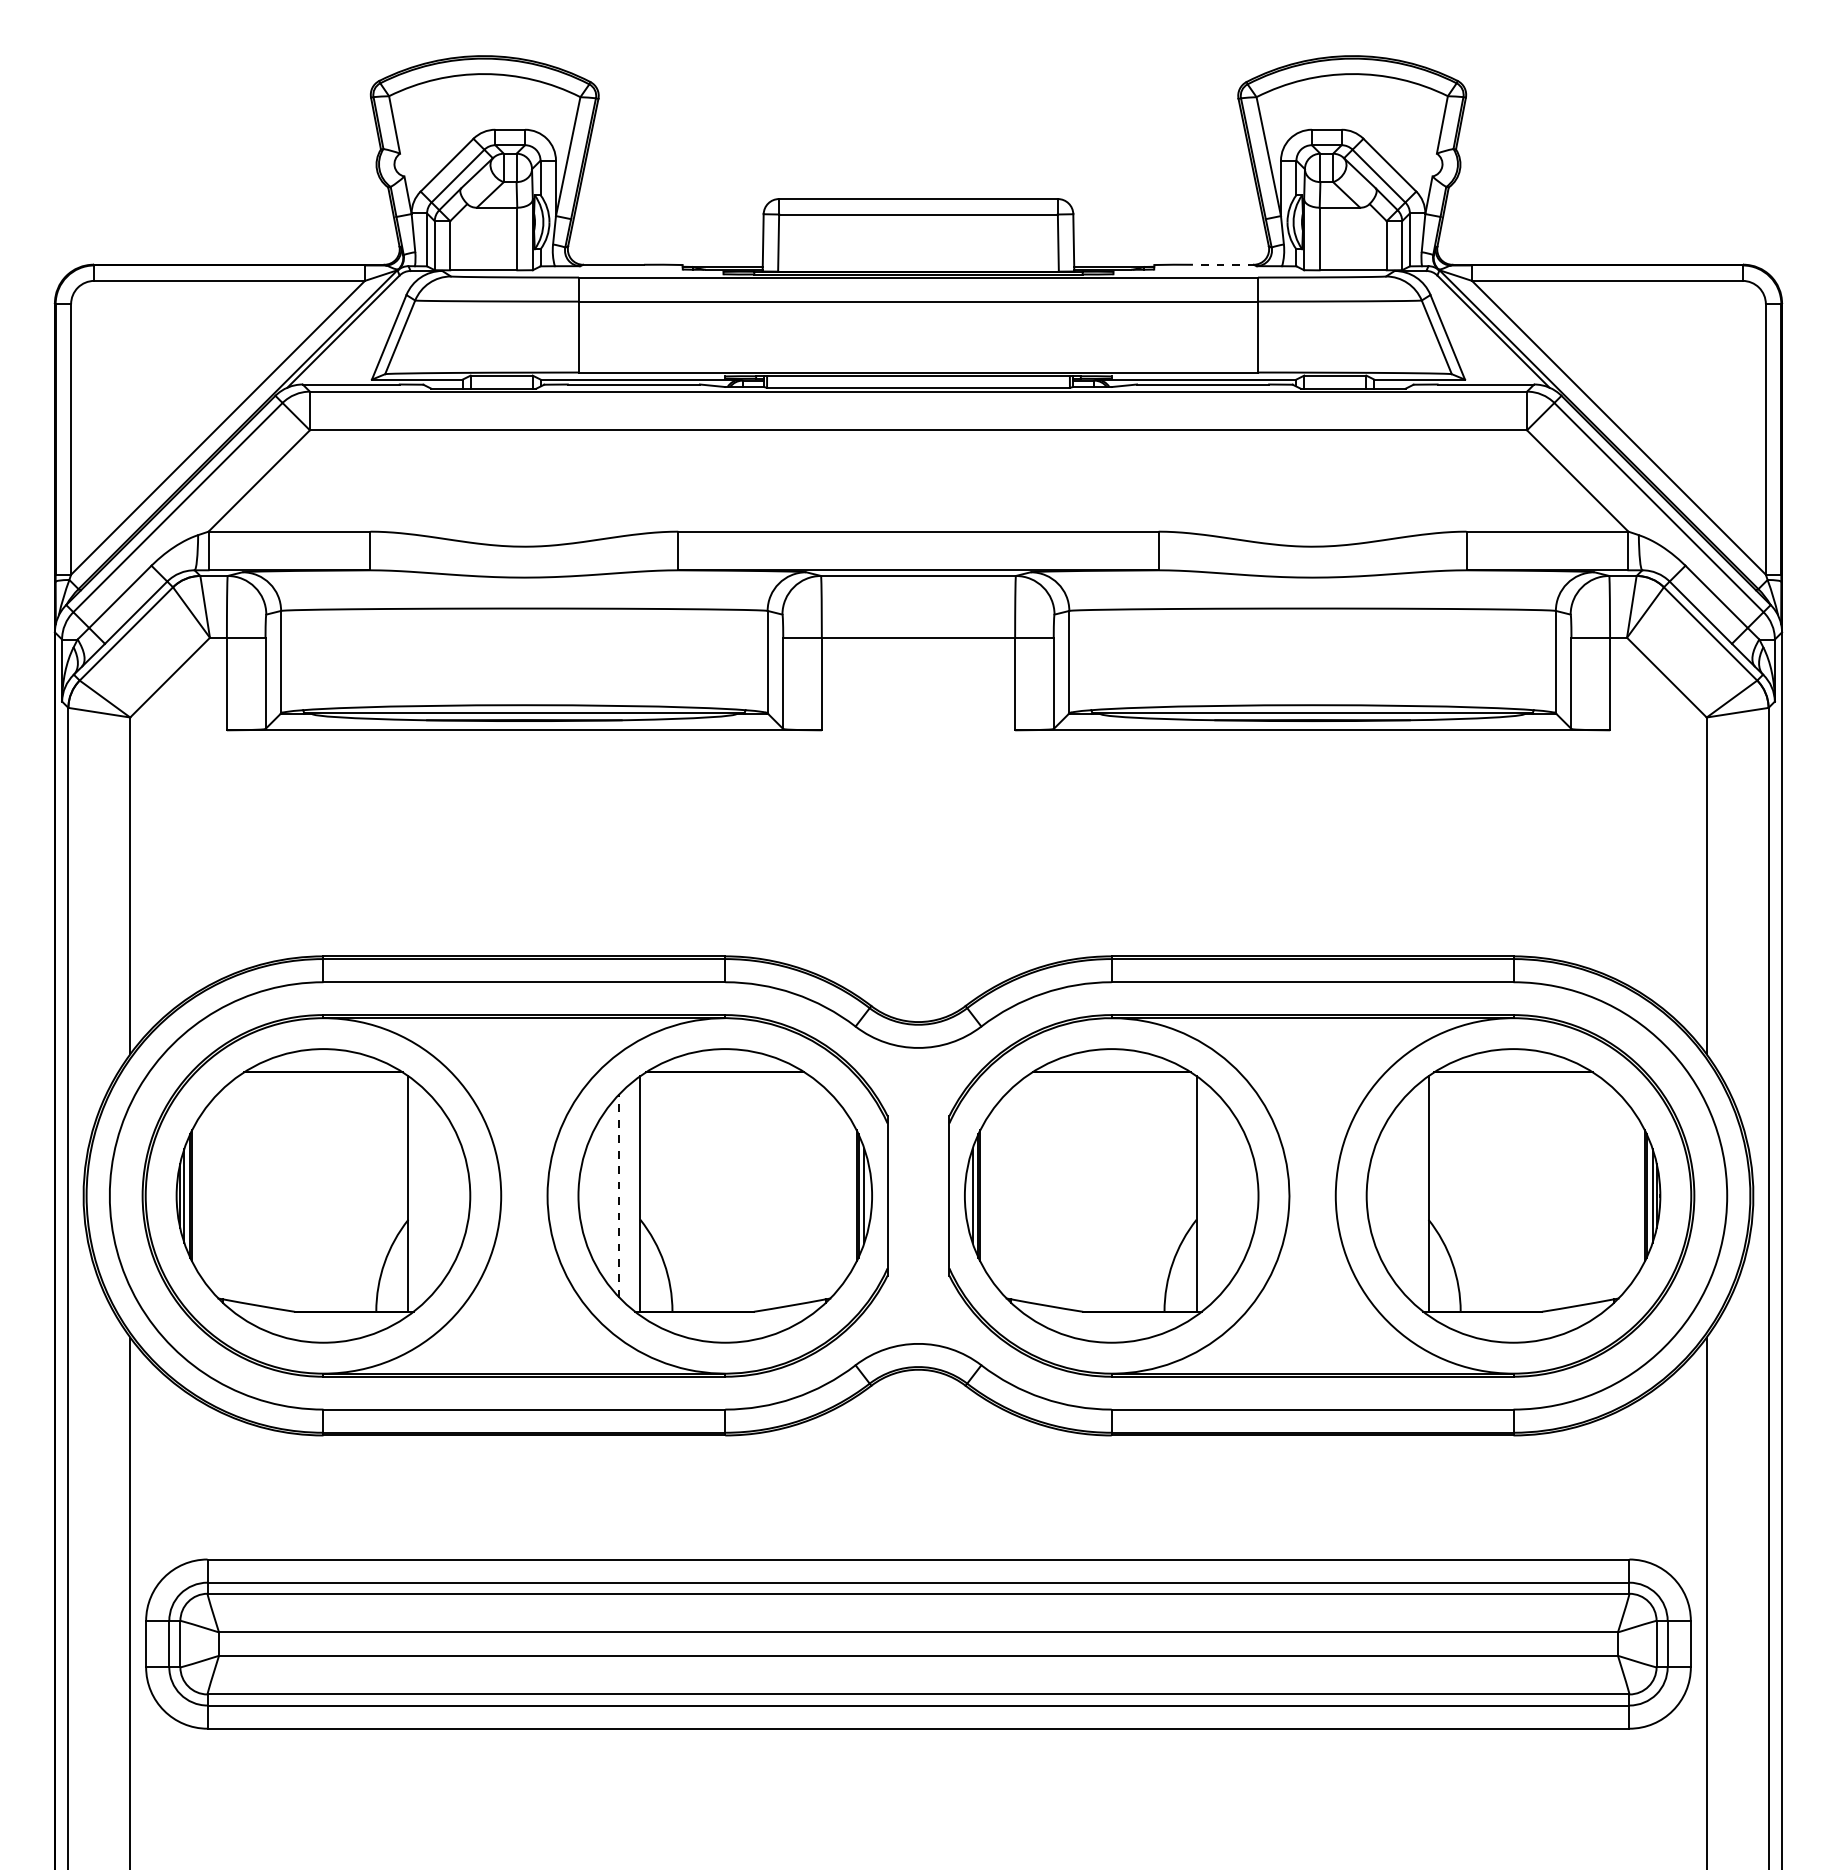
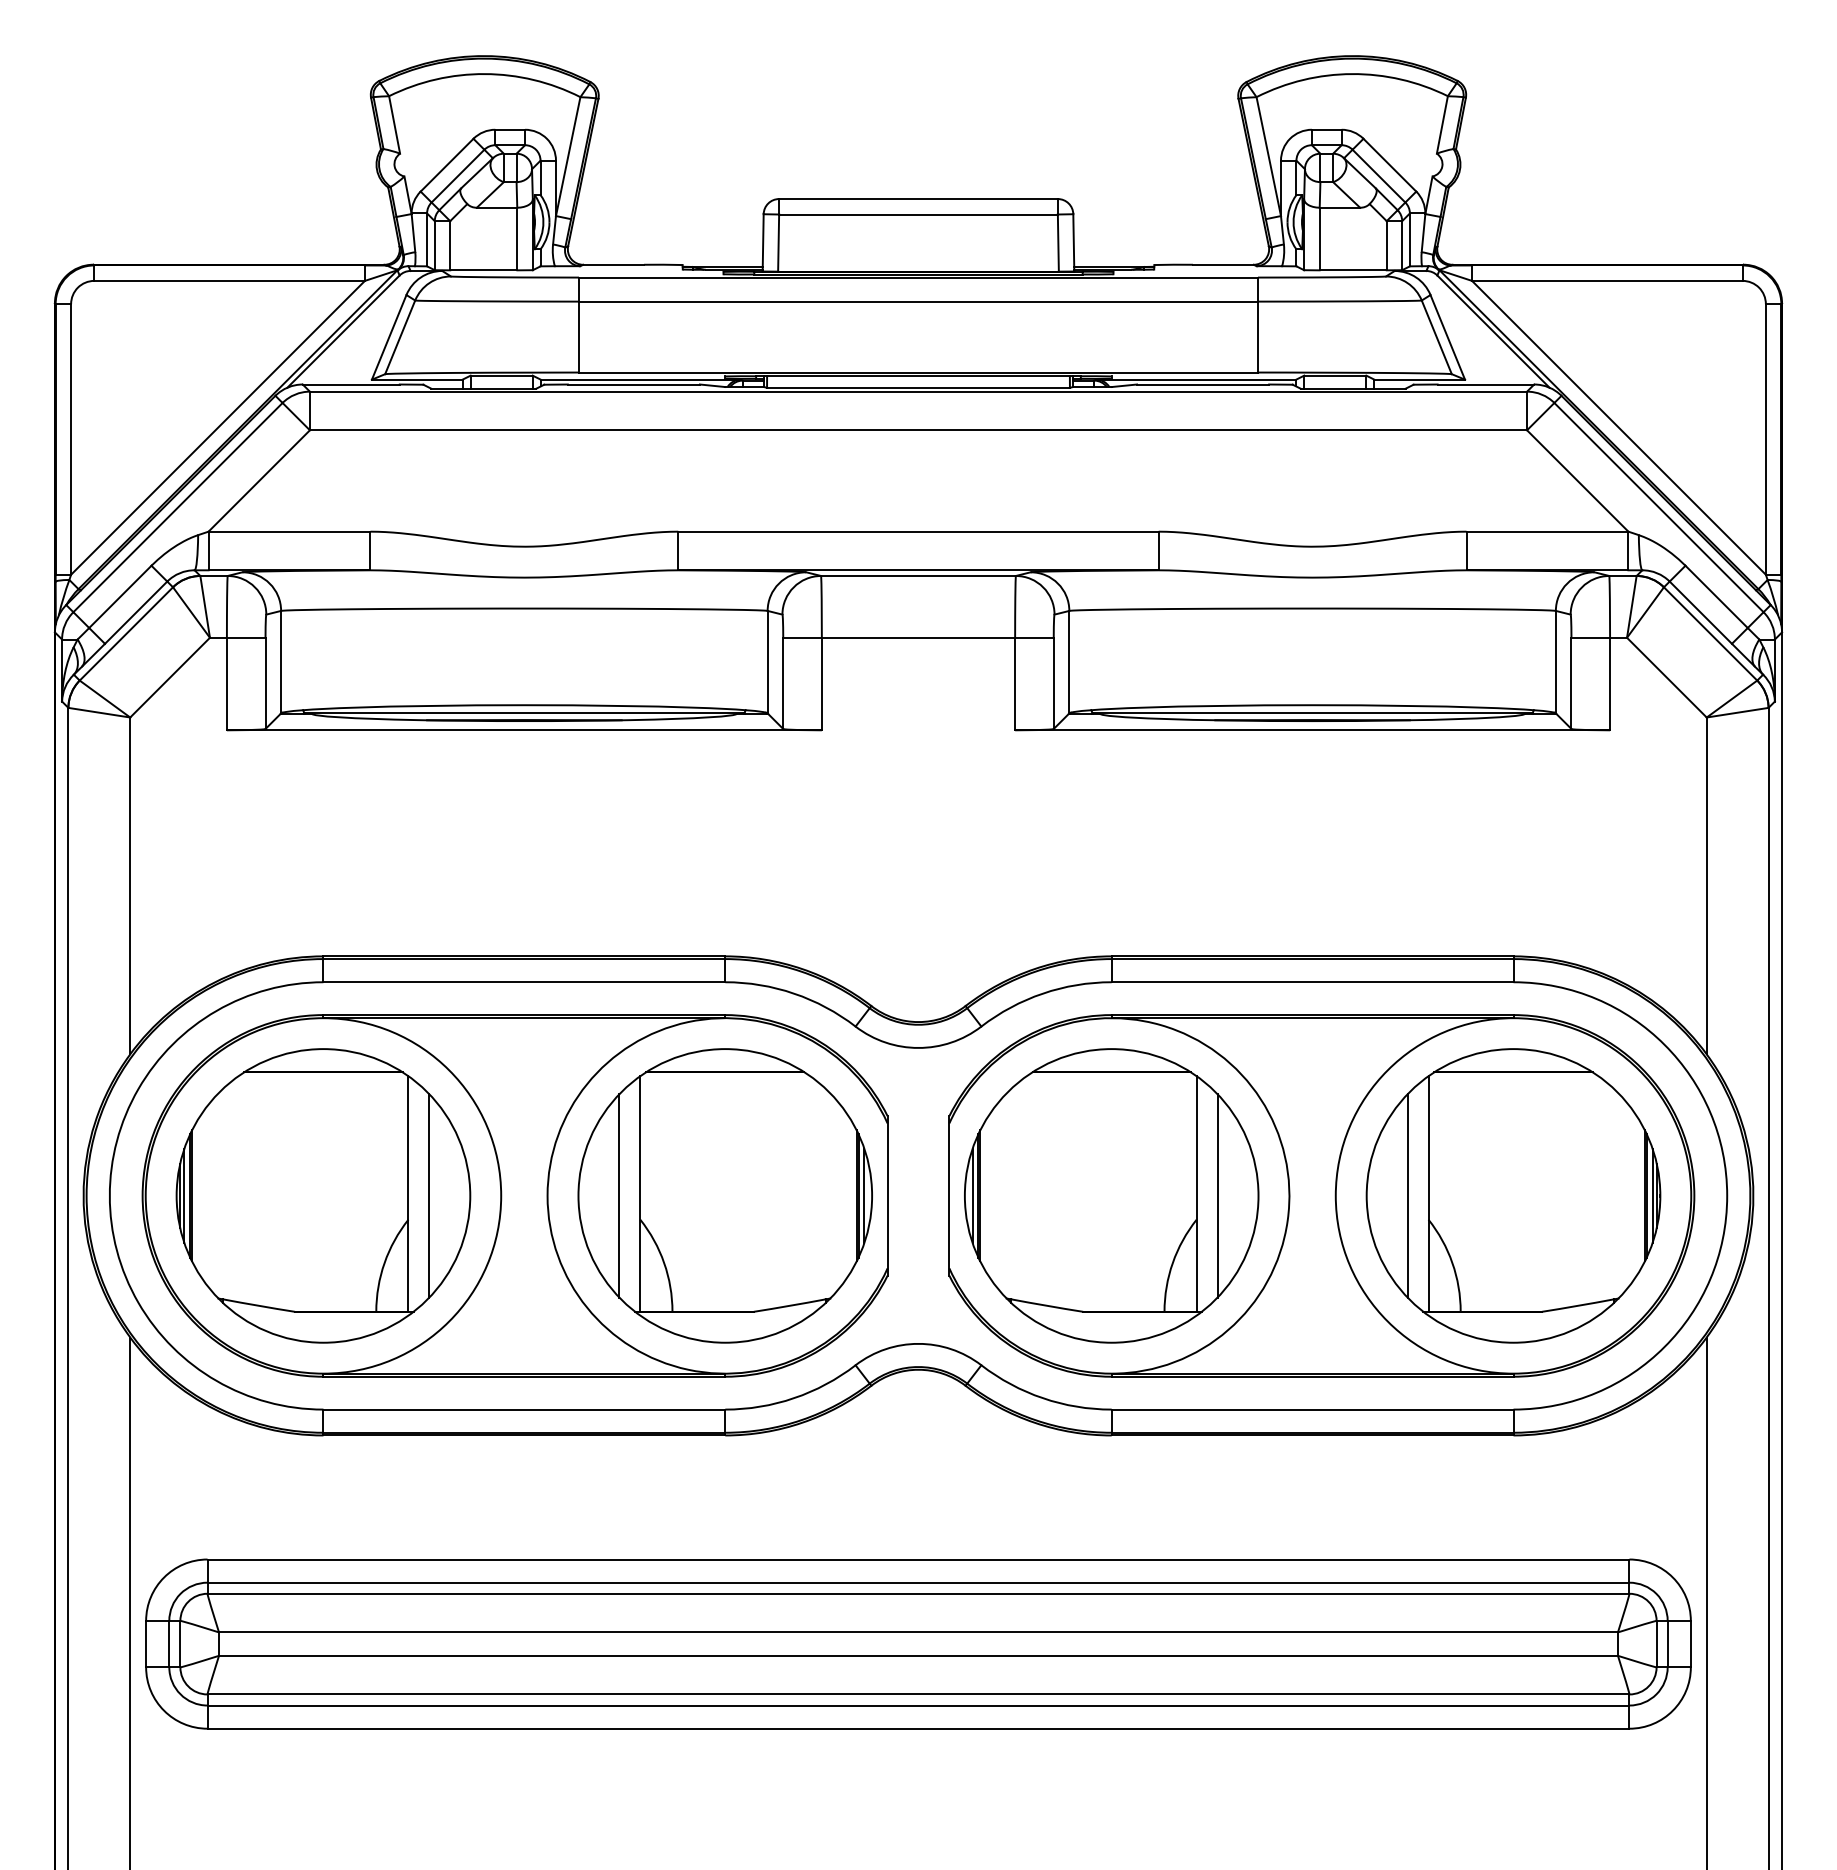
line at (1223, 264): dashed -> solid
line at (429, 1195): none -> present
line at (619, 1195): dashed -> solid
line at (1217, 1195): none -> present
line at (1407, 1195): none -> present
